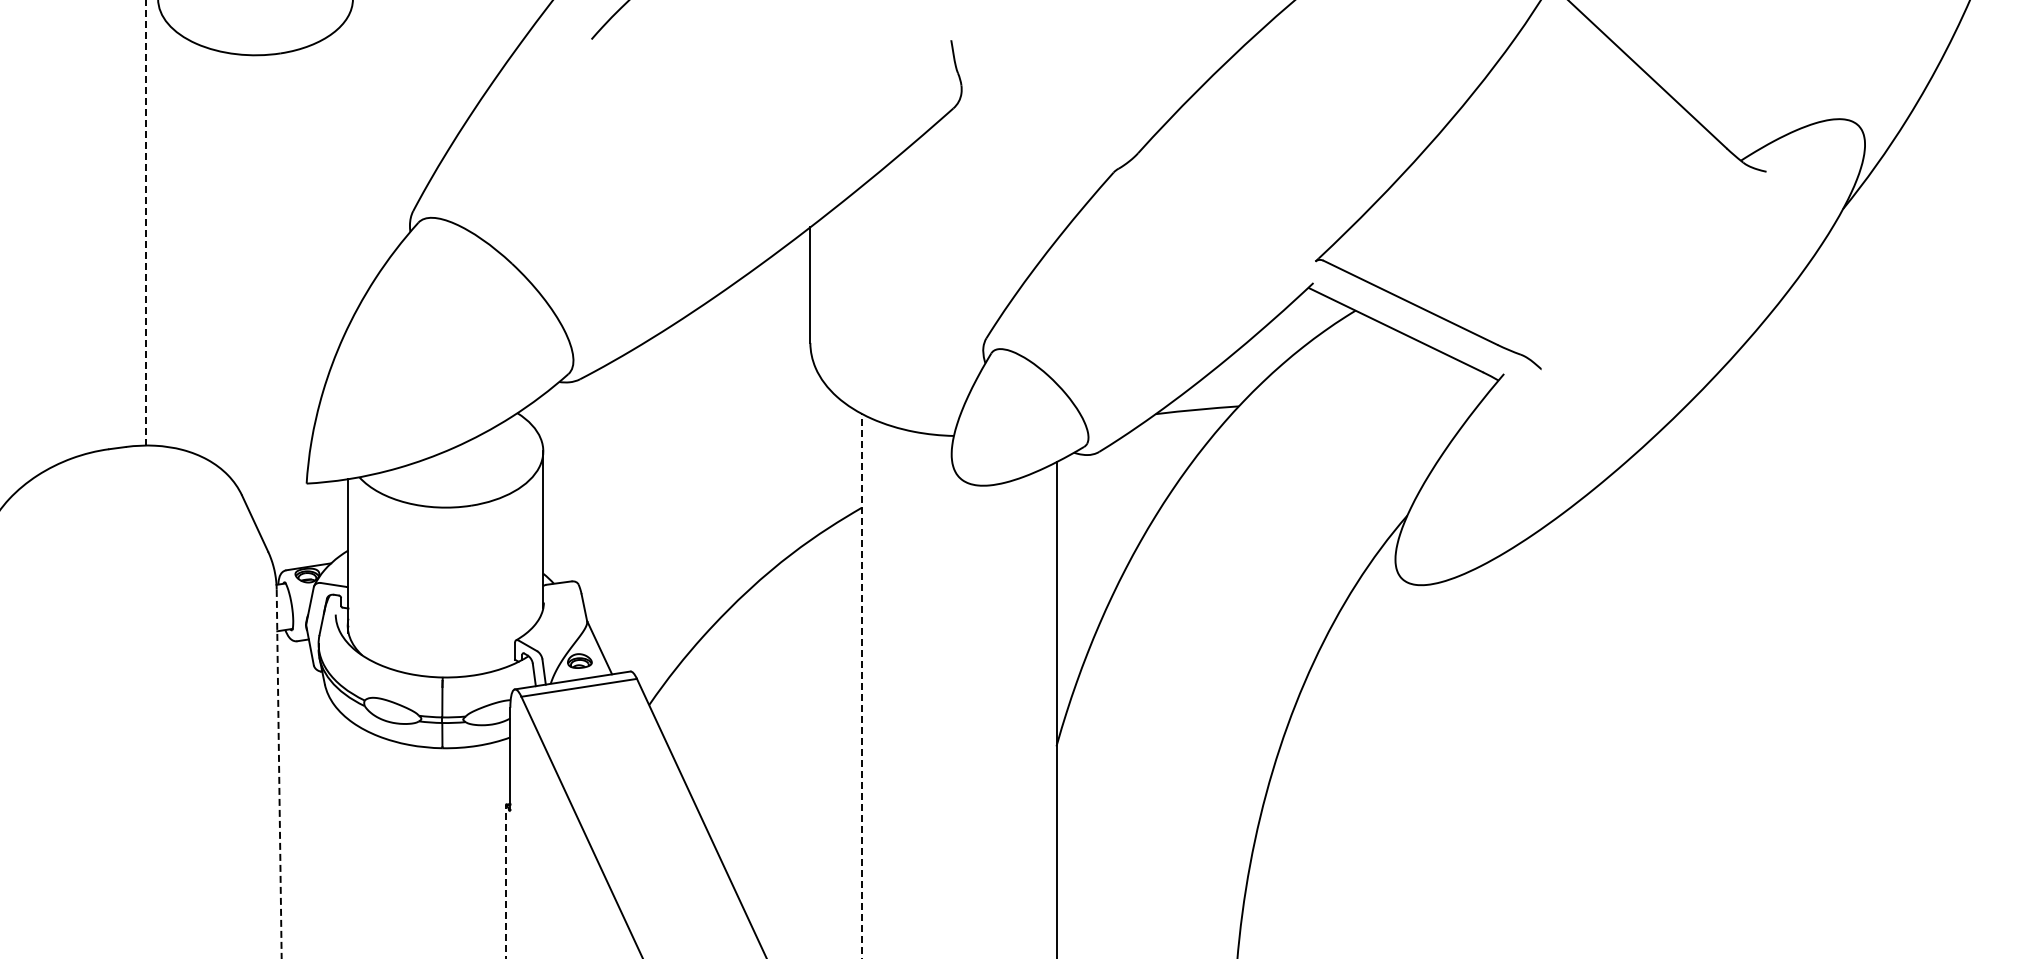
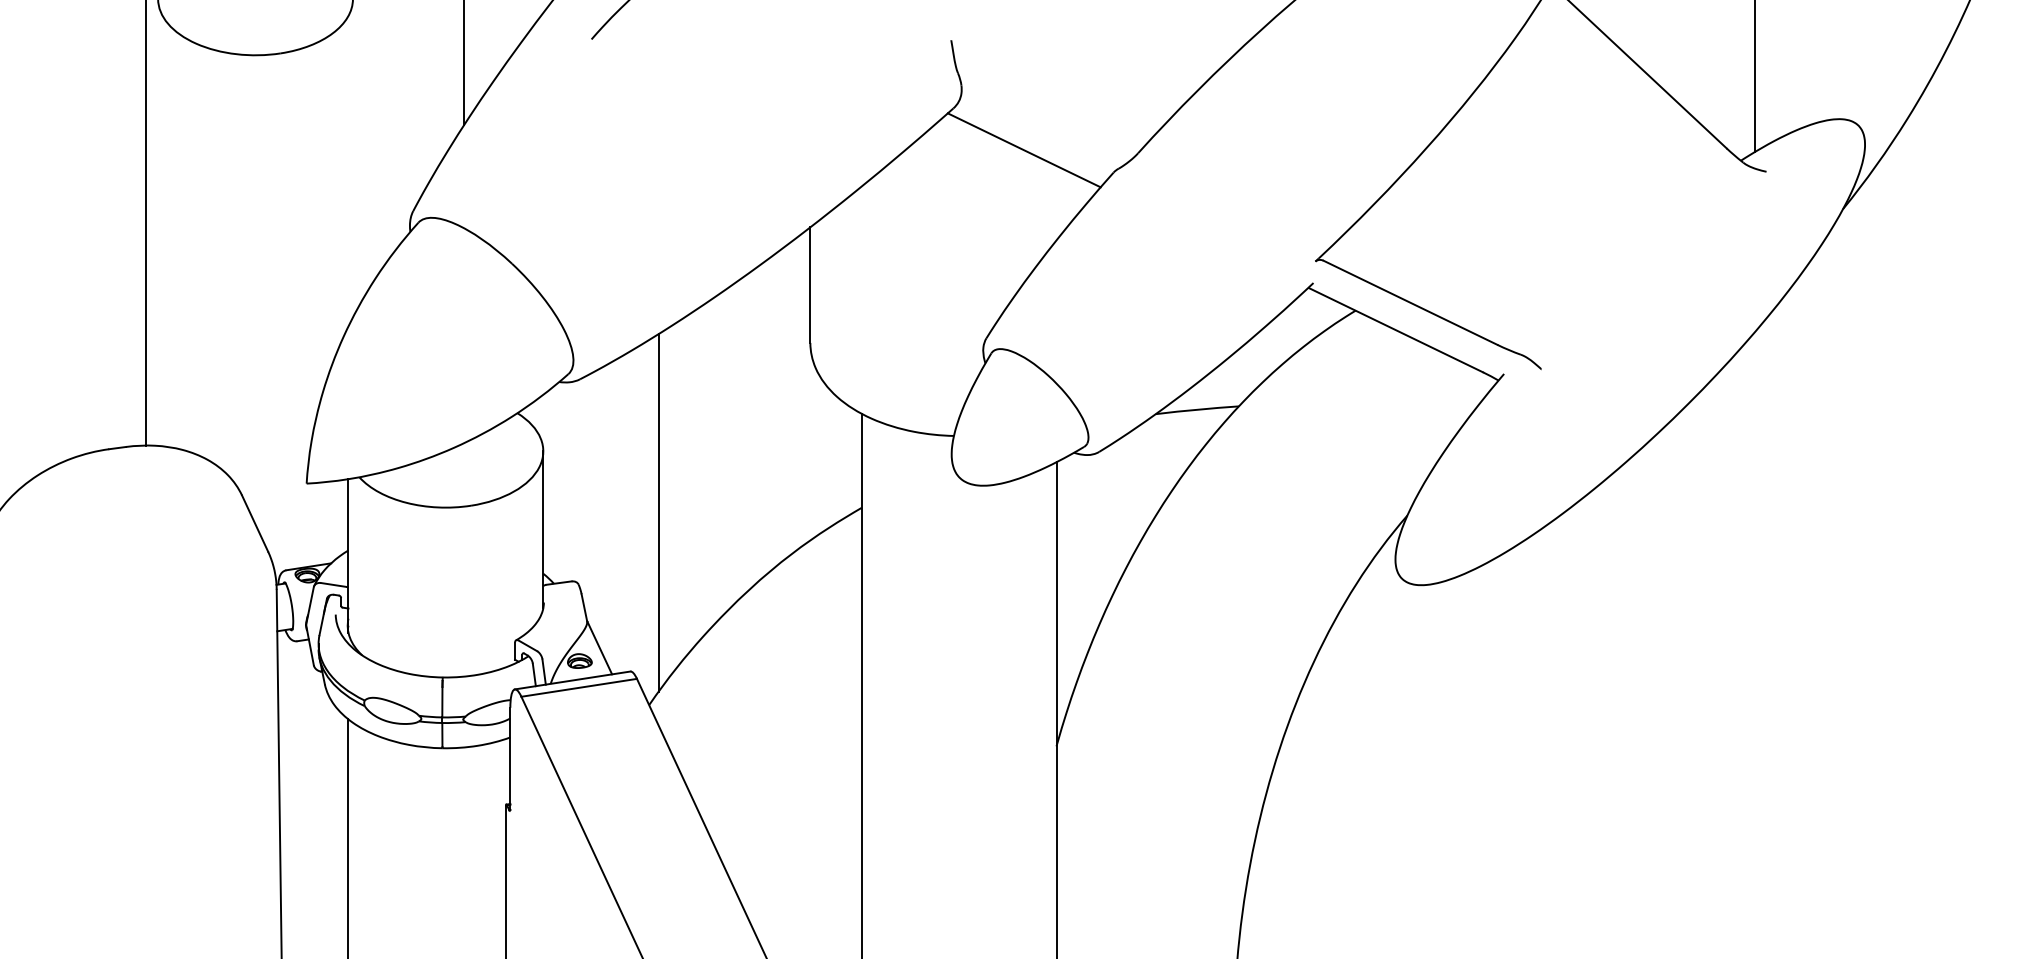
line at (463, 63): none -> present
line at (1754, 77): none -> present
line at (1023, 150): none -> present
line at (145, 222): dashed -> solid
line at (658, 512): none -> present
line at (861, 685): dashed -> solid
line at (279, 773): dashed -> solid
line at (348, 837): none -> present
line at (505, 882): dashed -> solid
